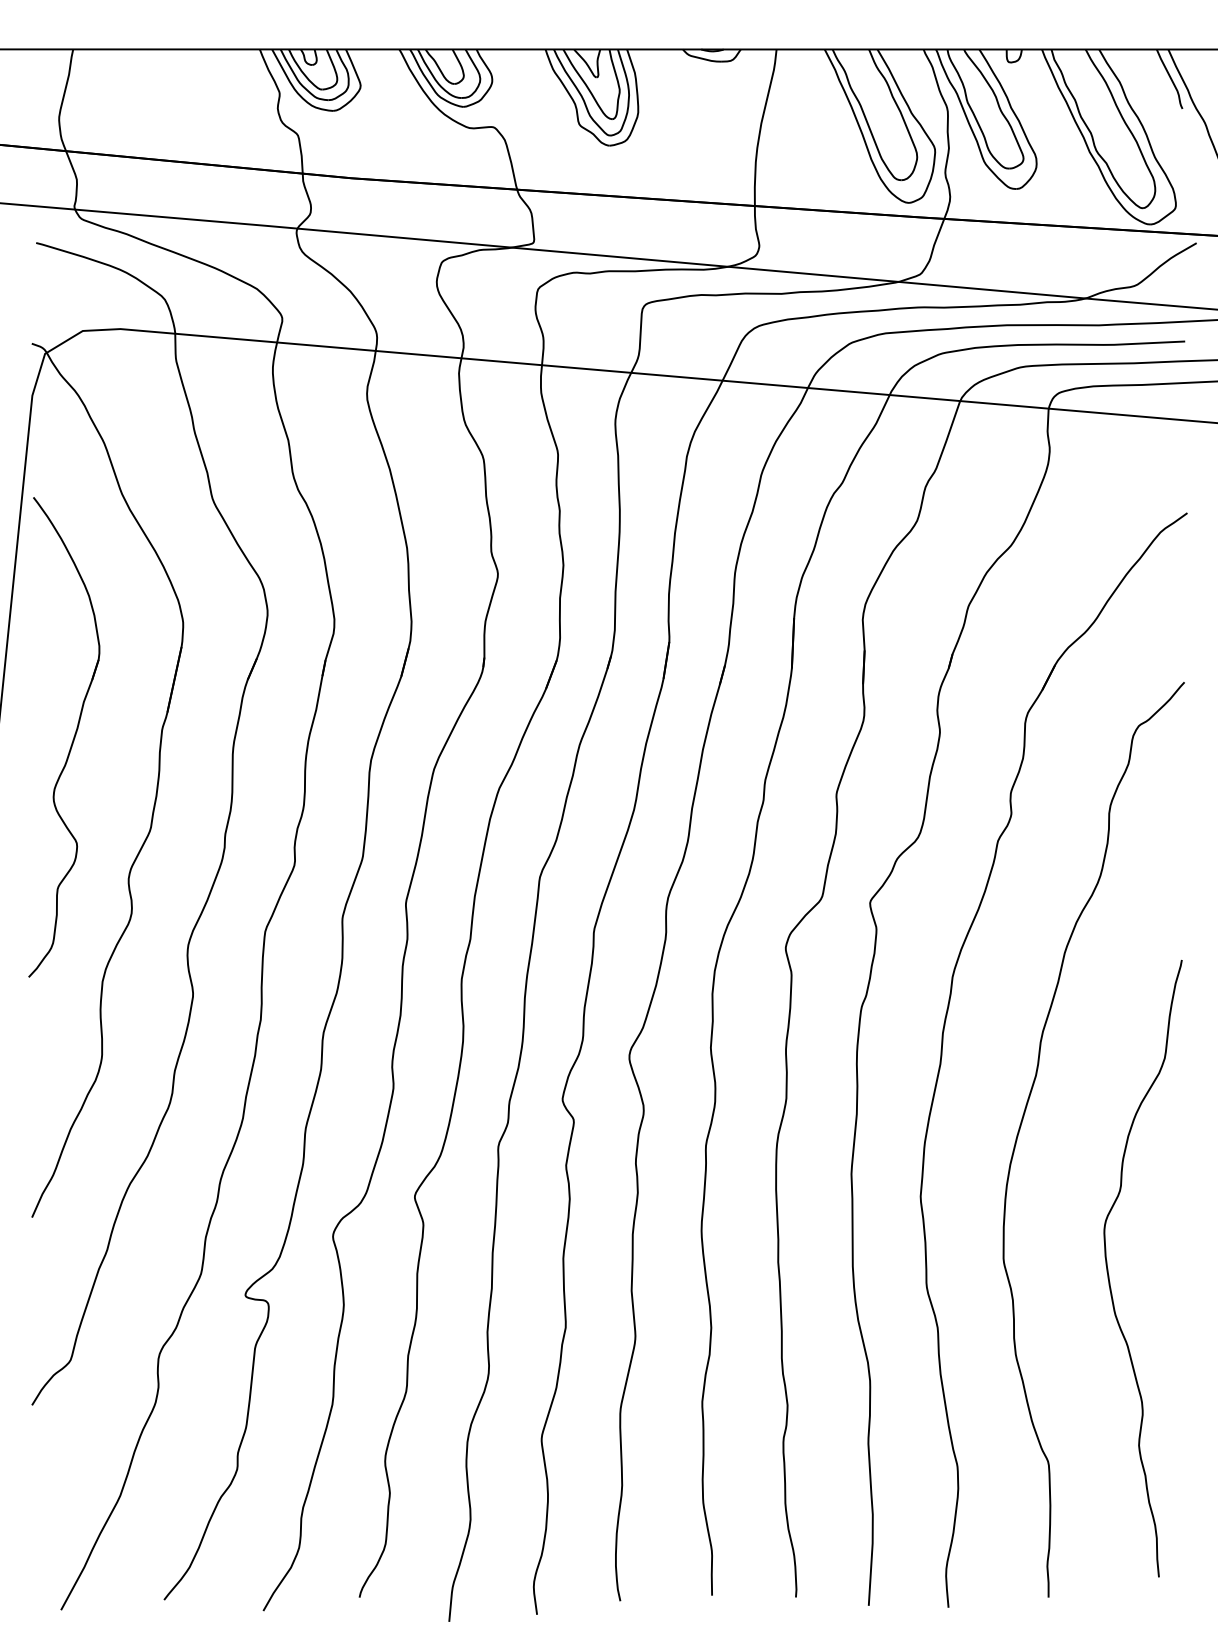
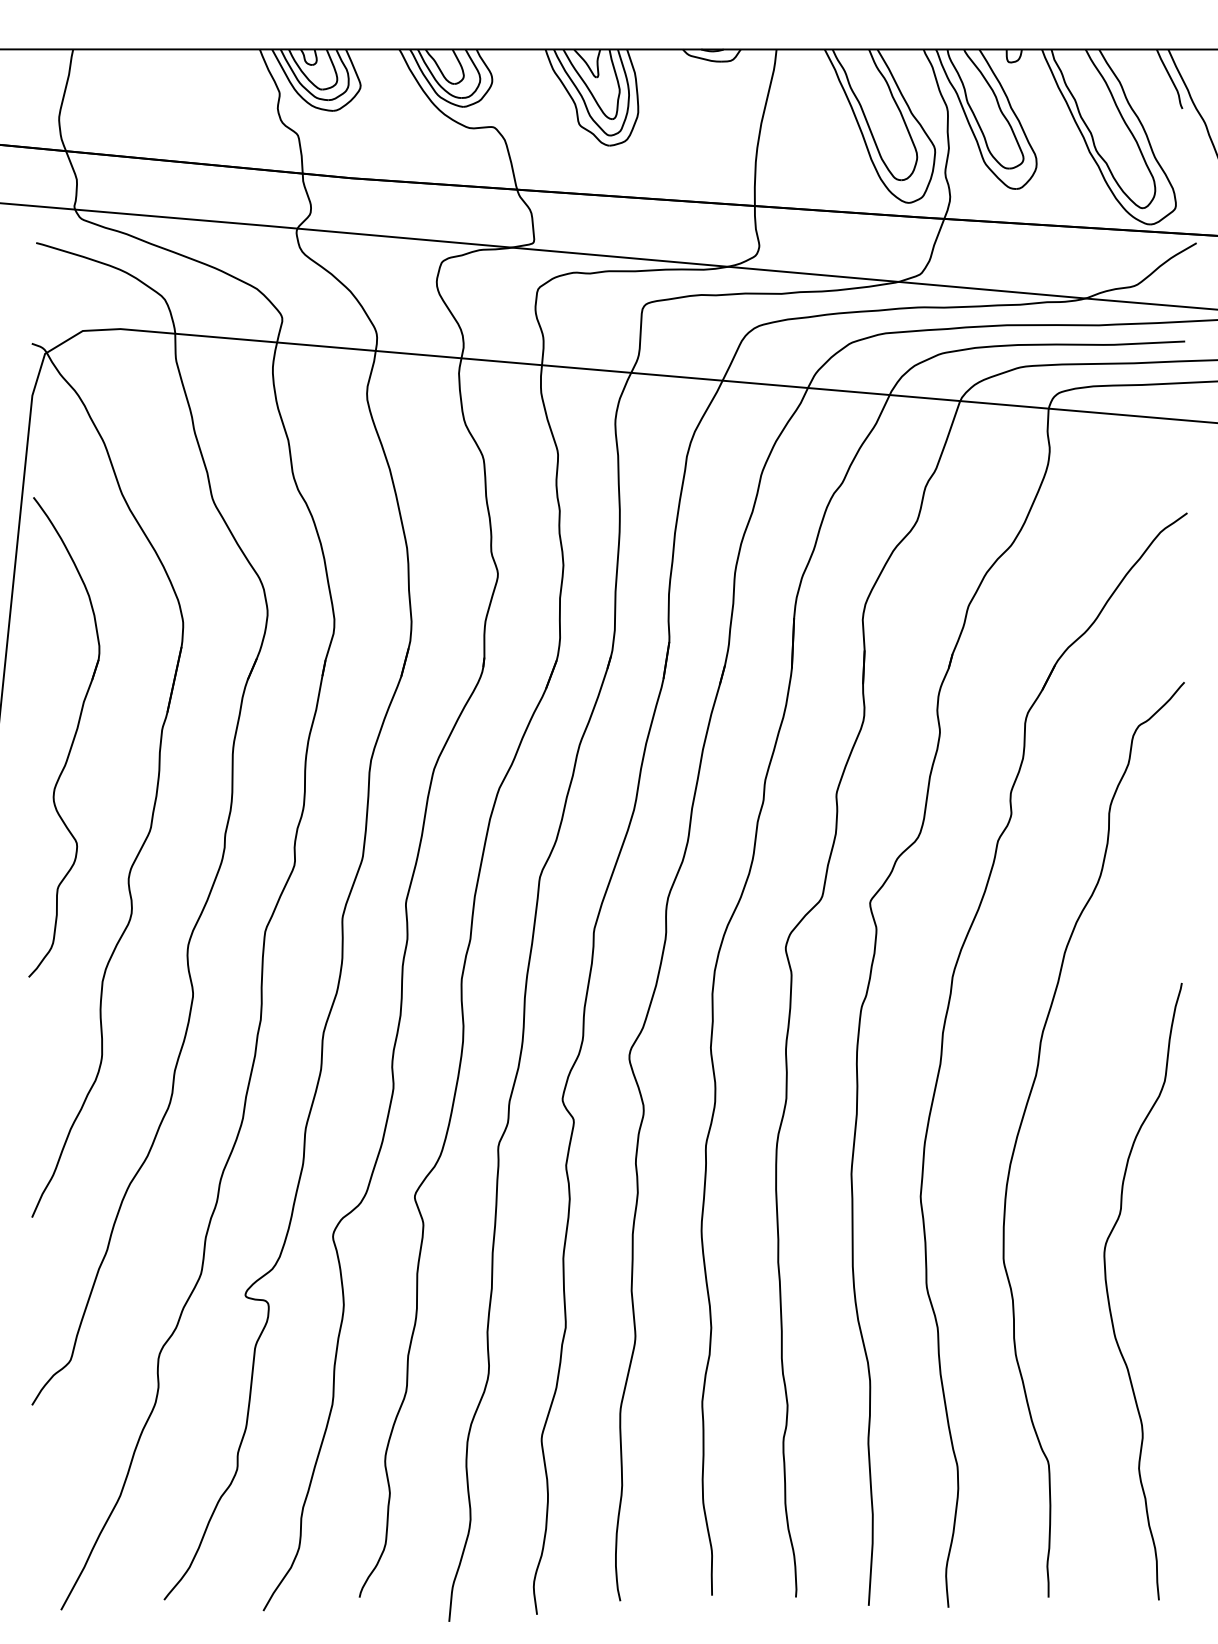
curve at (1109, 1275) position: (1109, 1275) -> (1109, 1298)
